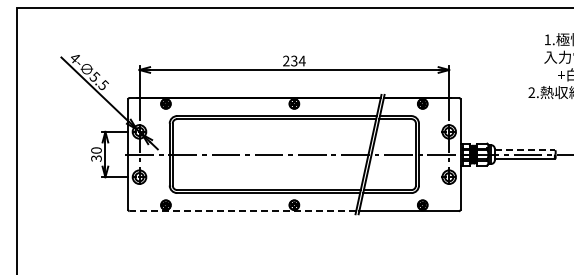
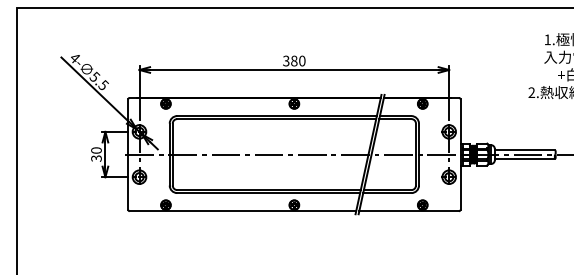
text at (294, 60): 234 -> 380
line at (525, 150): dashed -> solid
line at (242, 211): dashed -> solid
